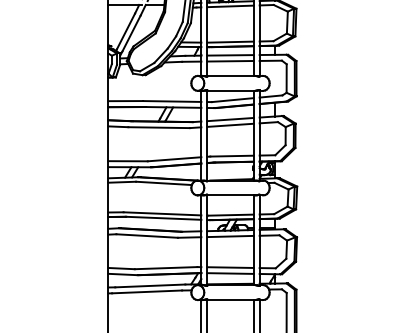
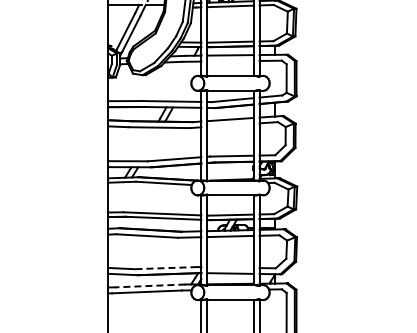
line at (230, 61): present -> none
line at (230, 124): present -> none
line at (230, 267): present -> none
line at (165, 268): solid -> dashed
line at (149, 285): solid -> dashed
